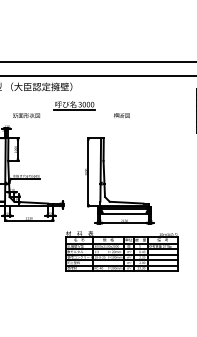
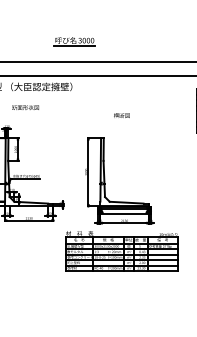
part at (74, 105) position: (74, 105) -> (74, 41)
text at (26, 115) position: (26, 115) -> (25, 107)
